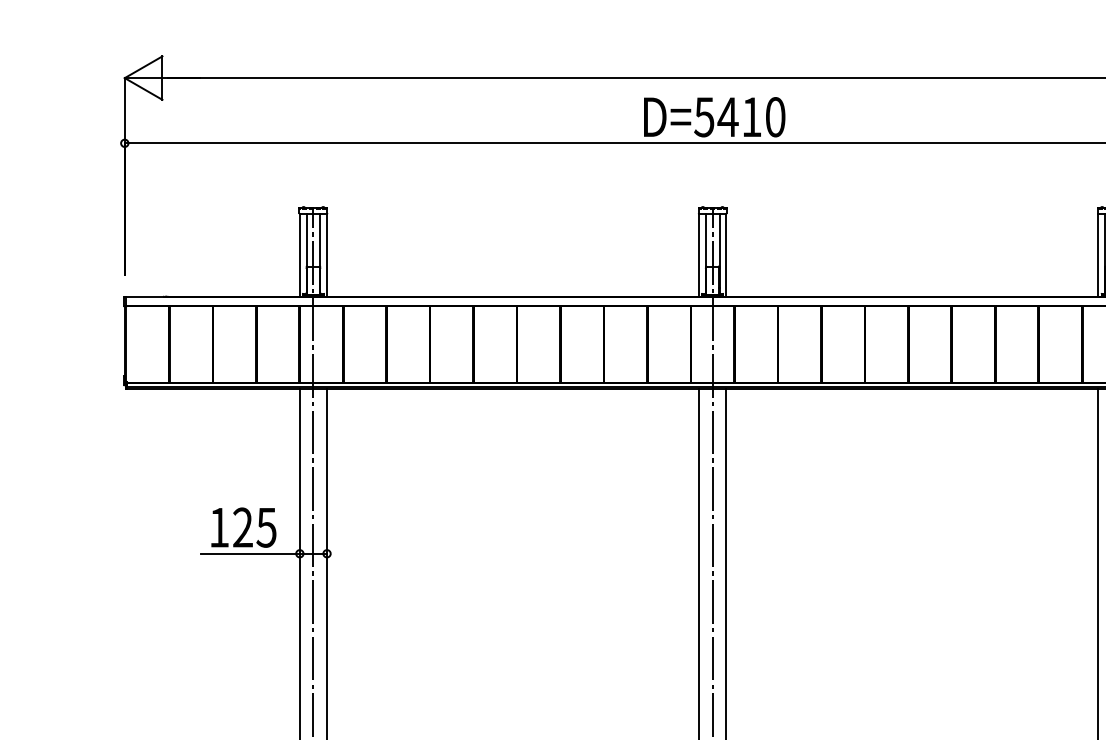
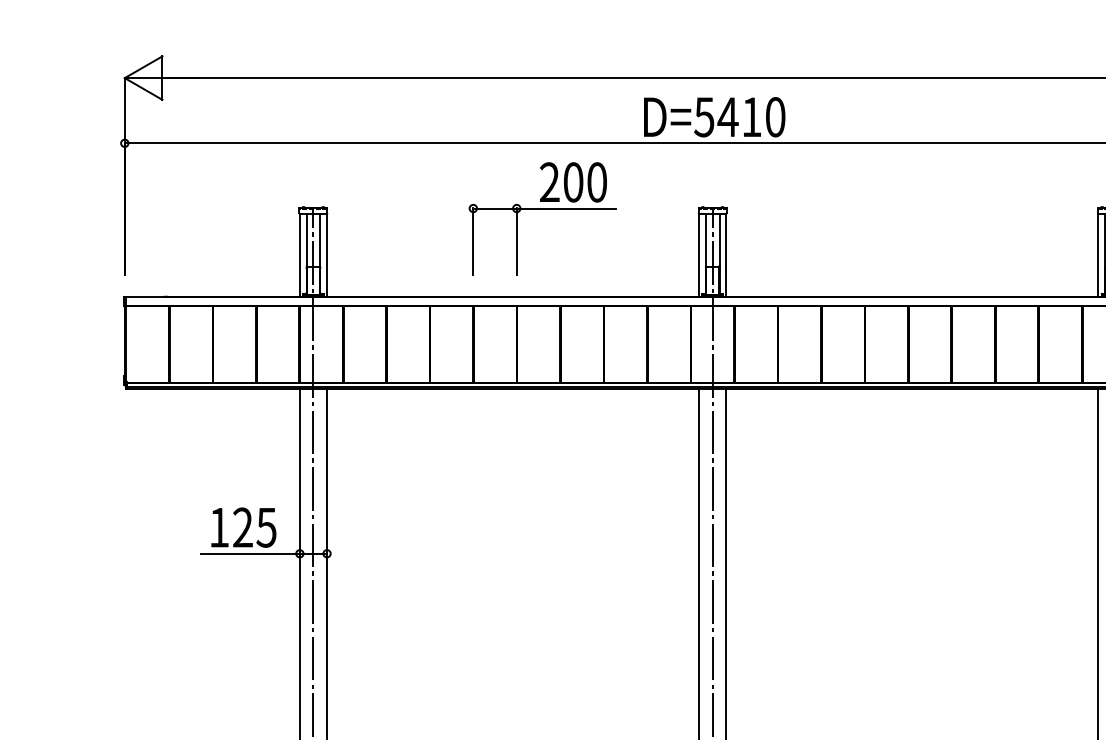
part at (542, 209): none -> present
